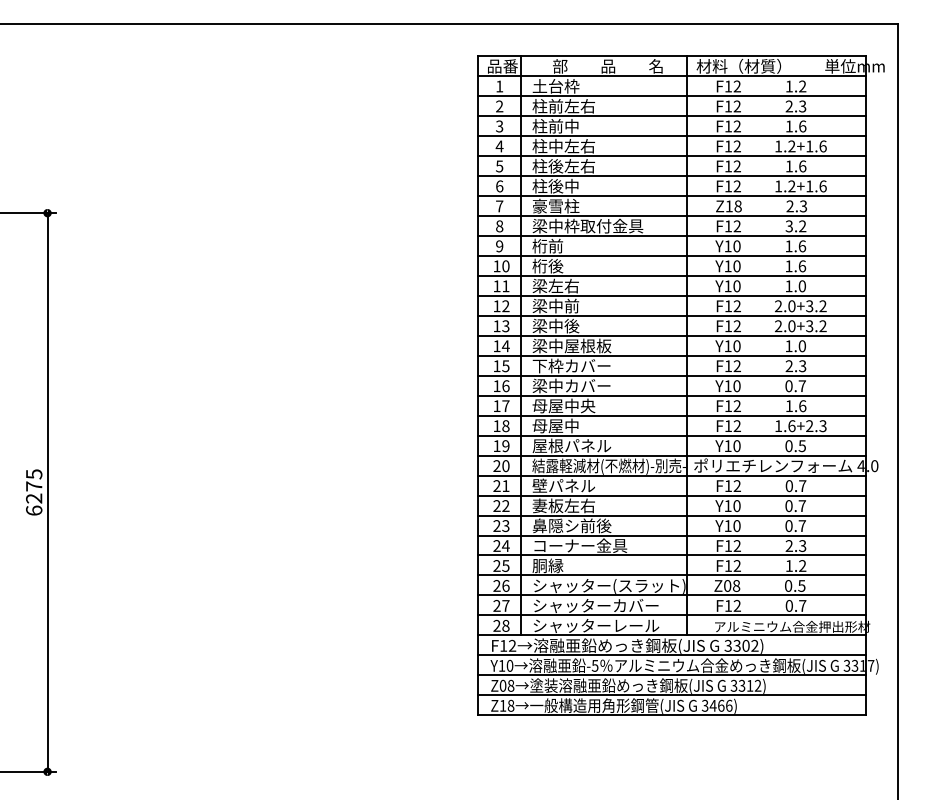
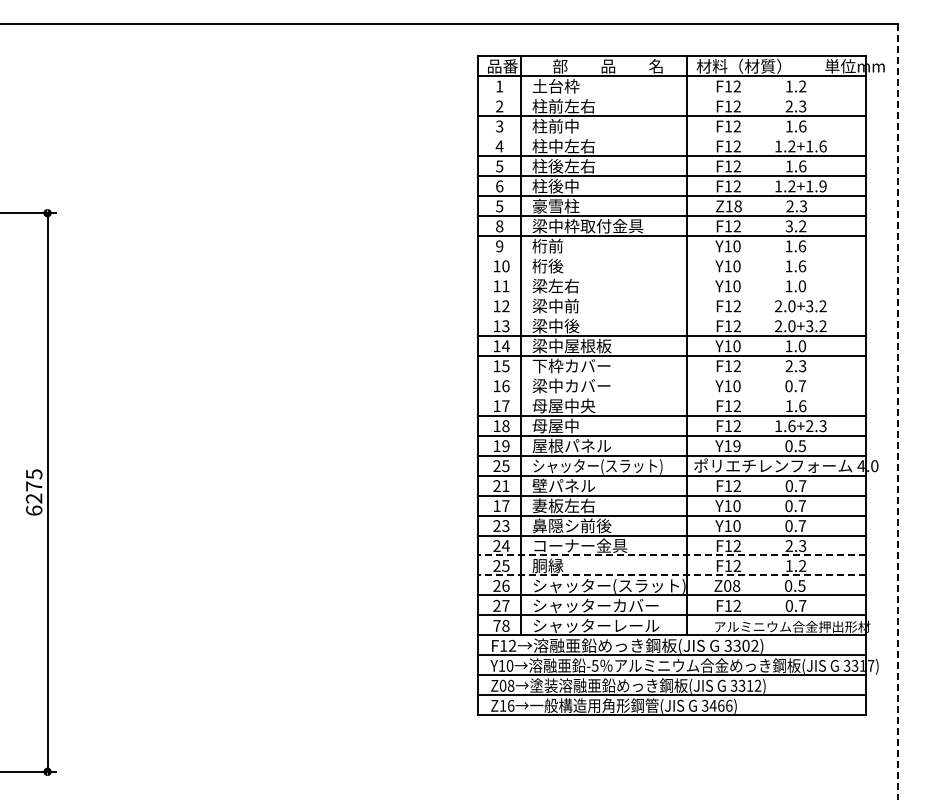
line at (672, 95): present -> none
line at (672, 135): present -> none
text at (822, 186): 1.2+1.6 -> 1.2+1.9
text at (499, 206): 7 -> 5
line at (672, 255): present -> none
line at (672, 275): present -> none
line at (672, 295): present -> none
line at (672, 315): present -> none
line at (672, 375): present -> none
line at (672, 395): present -> none
line at (898, 411): solid -> dashed
text at (736, 446): Y10 -> Y19
text at (505, 465): 20 -> 25
text at (608, 466): 結露軽減材(不燃材)-別売- -> シャッター(スラット)
text at (501, 505): 22 -> 17
line at (672, 555): solid -> dashed
line at (672, 575): solid -> dashed
text at (496, 625): 28 -> 78
text at (510, 705): Z18 -> Z16
